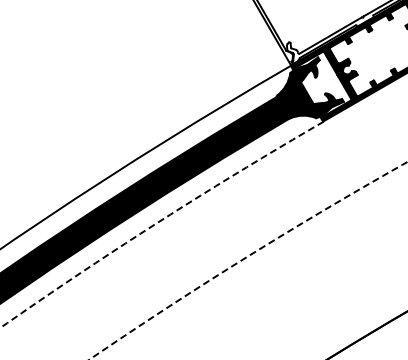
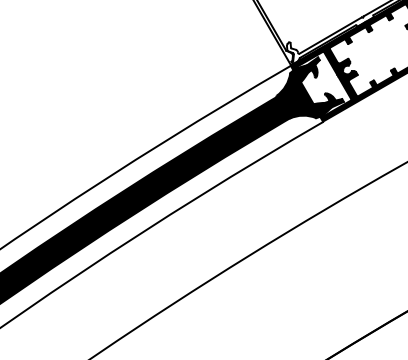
arc at (159, 221): dashed -> solid
arc at (246, 257): dashed -> solid
